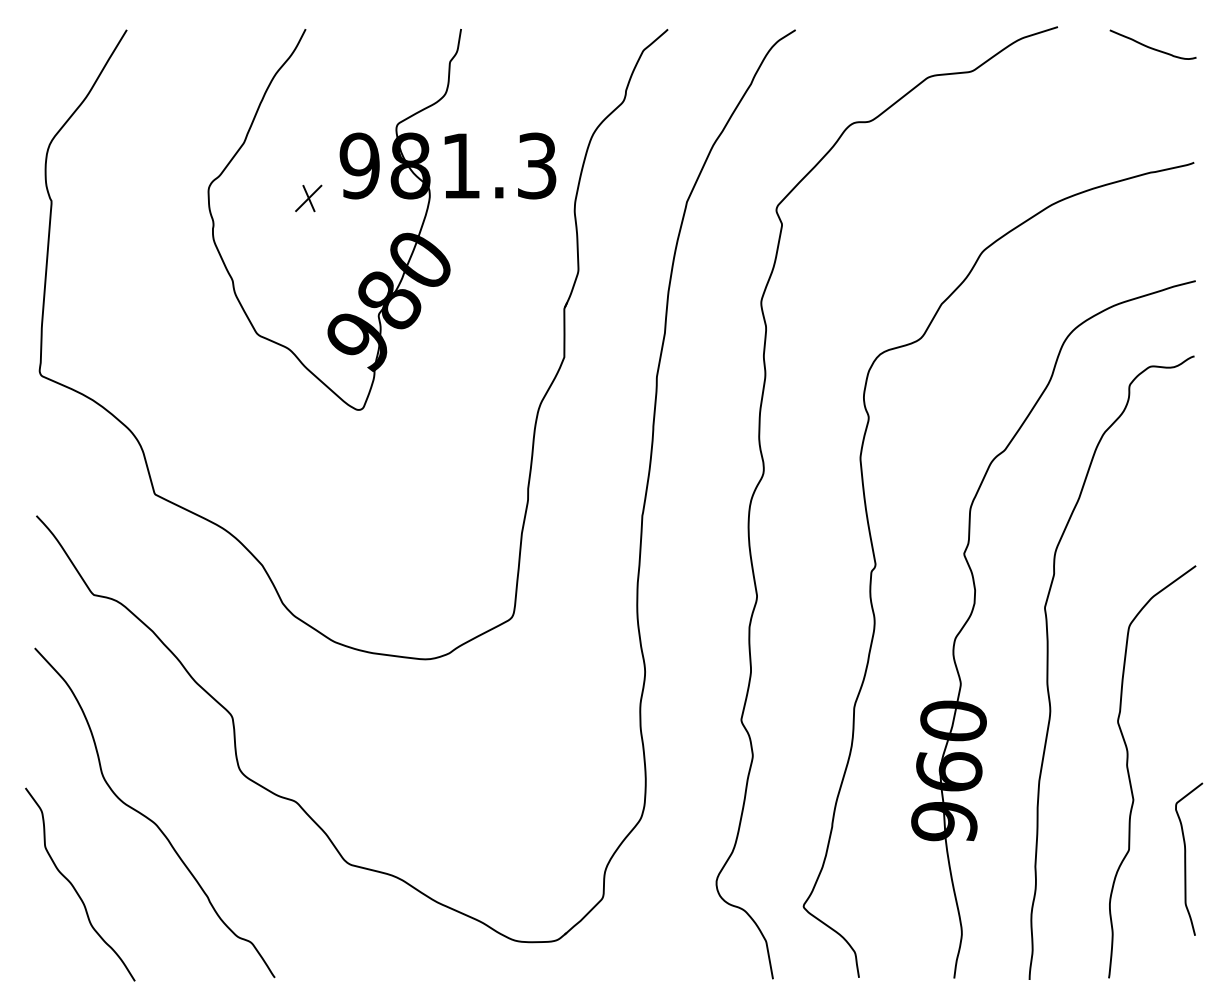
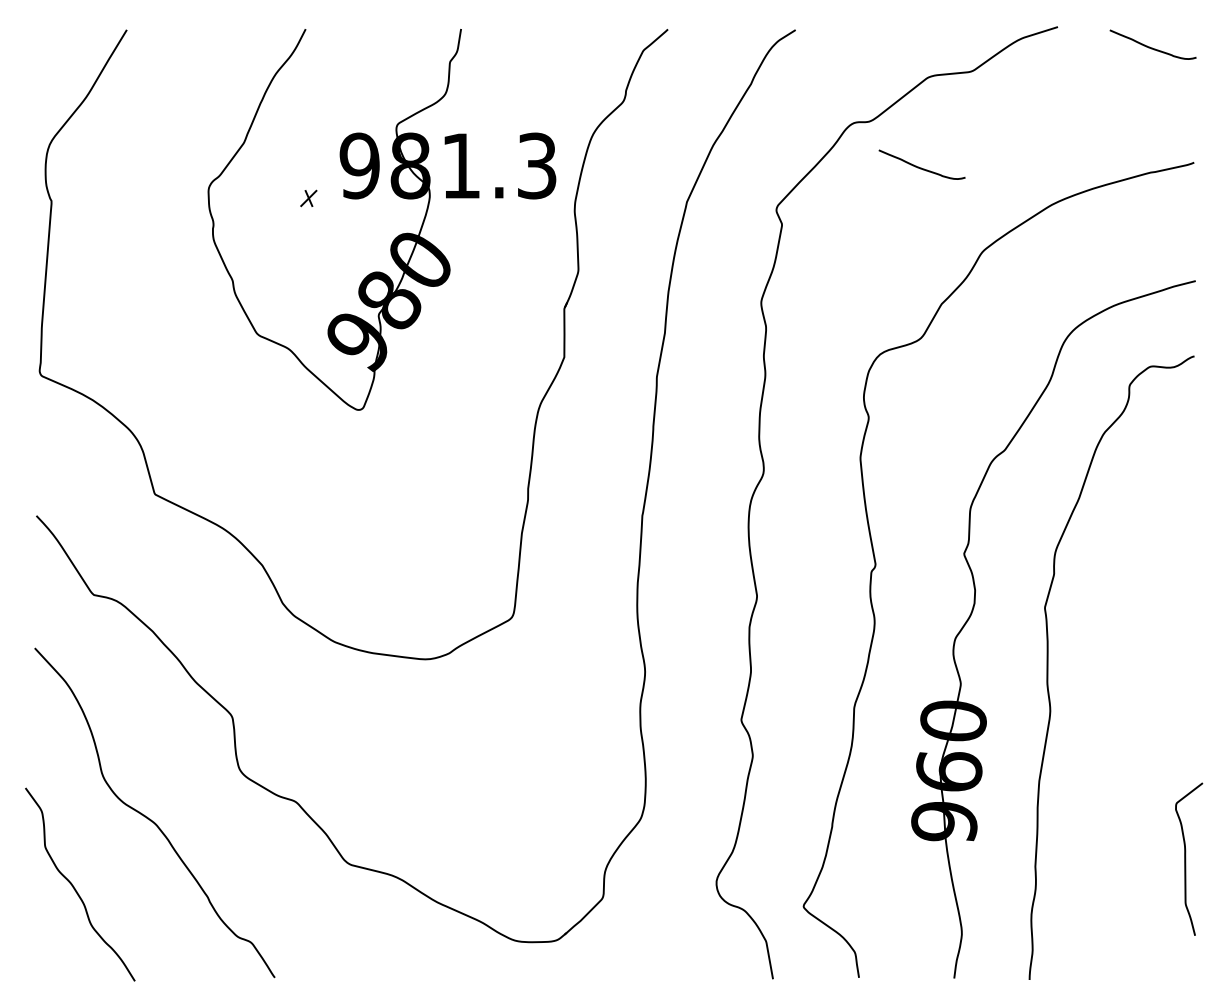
curve at (921, 167): none -> present
part at (308, 198) size: 28x29 px -> 18x19 px
curve at (1130, 777): present -> none
